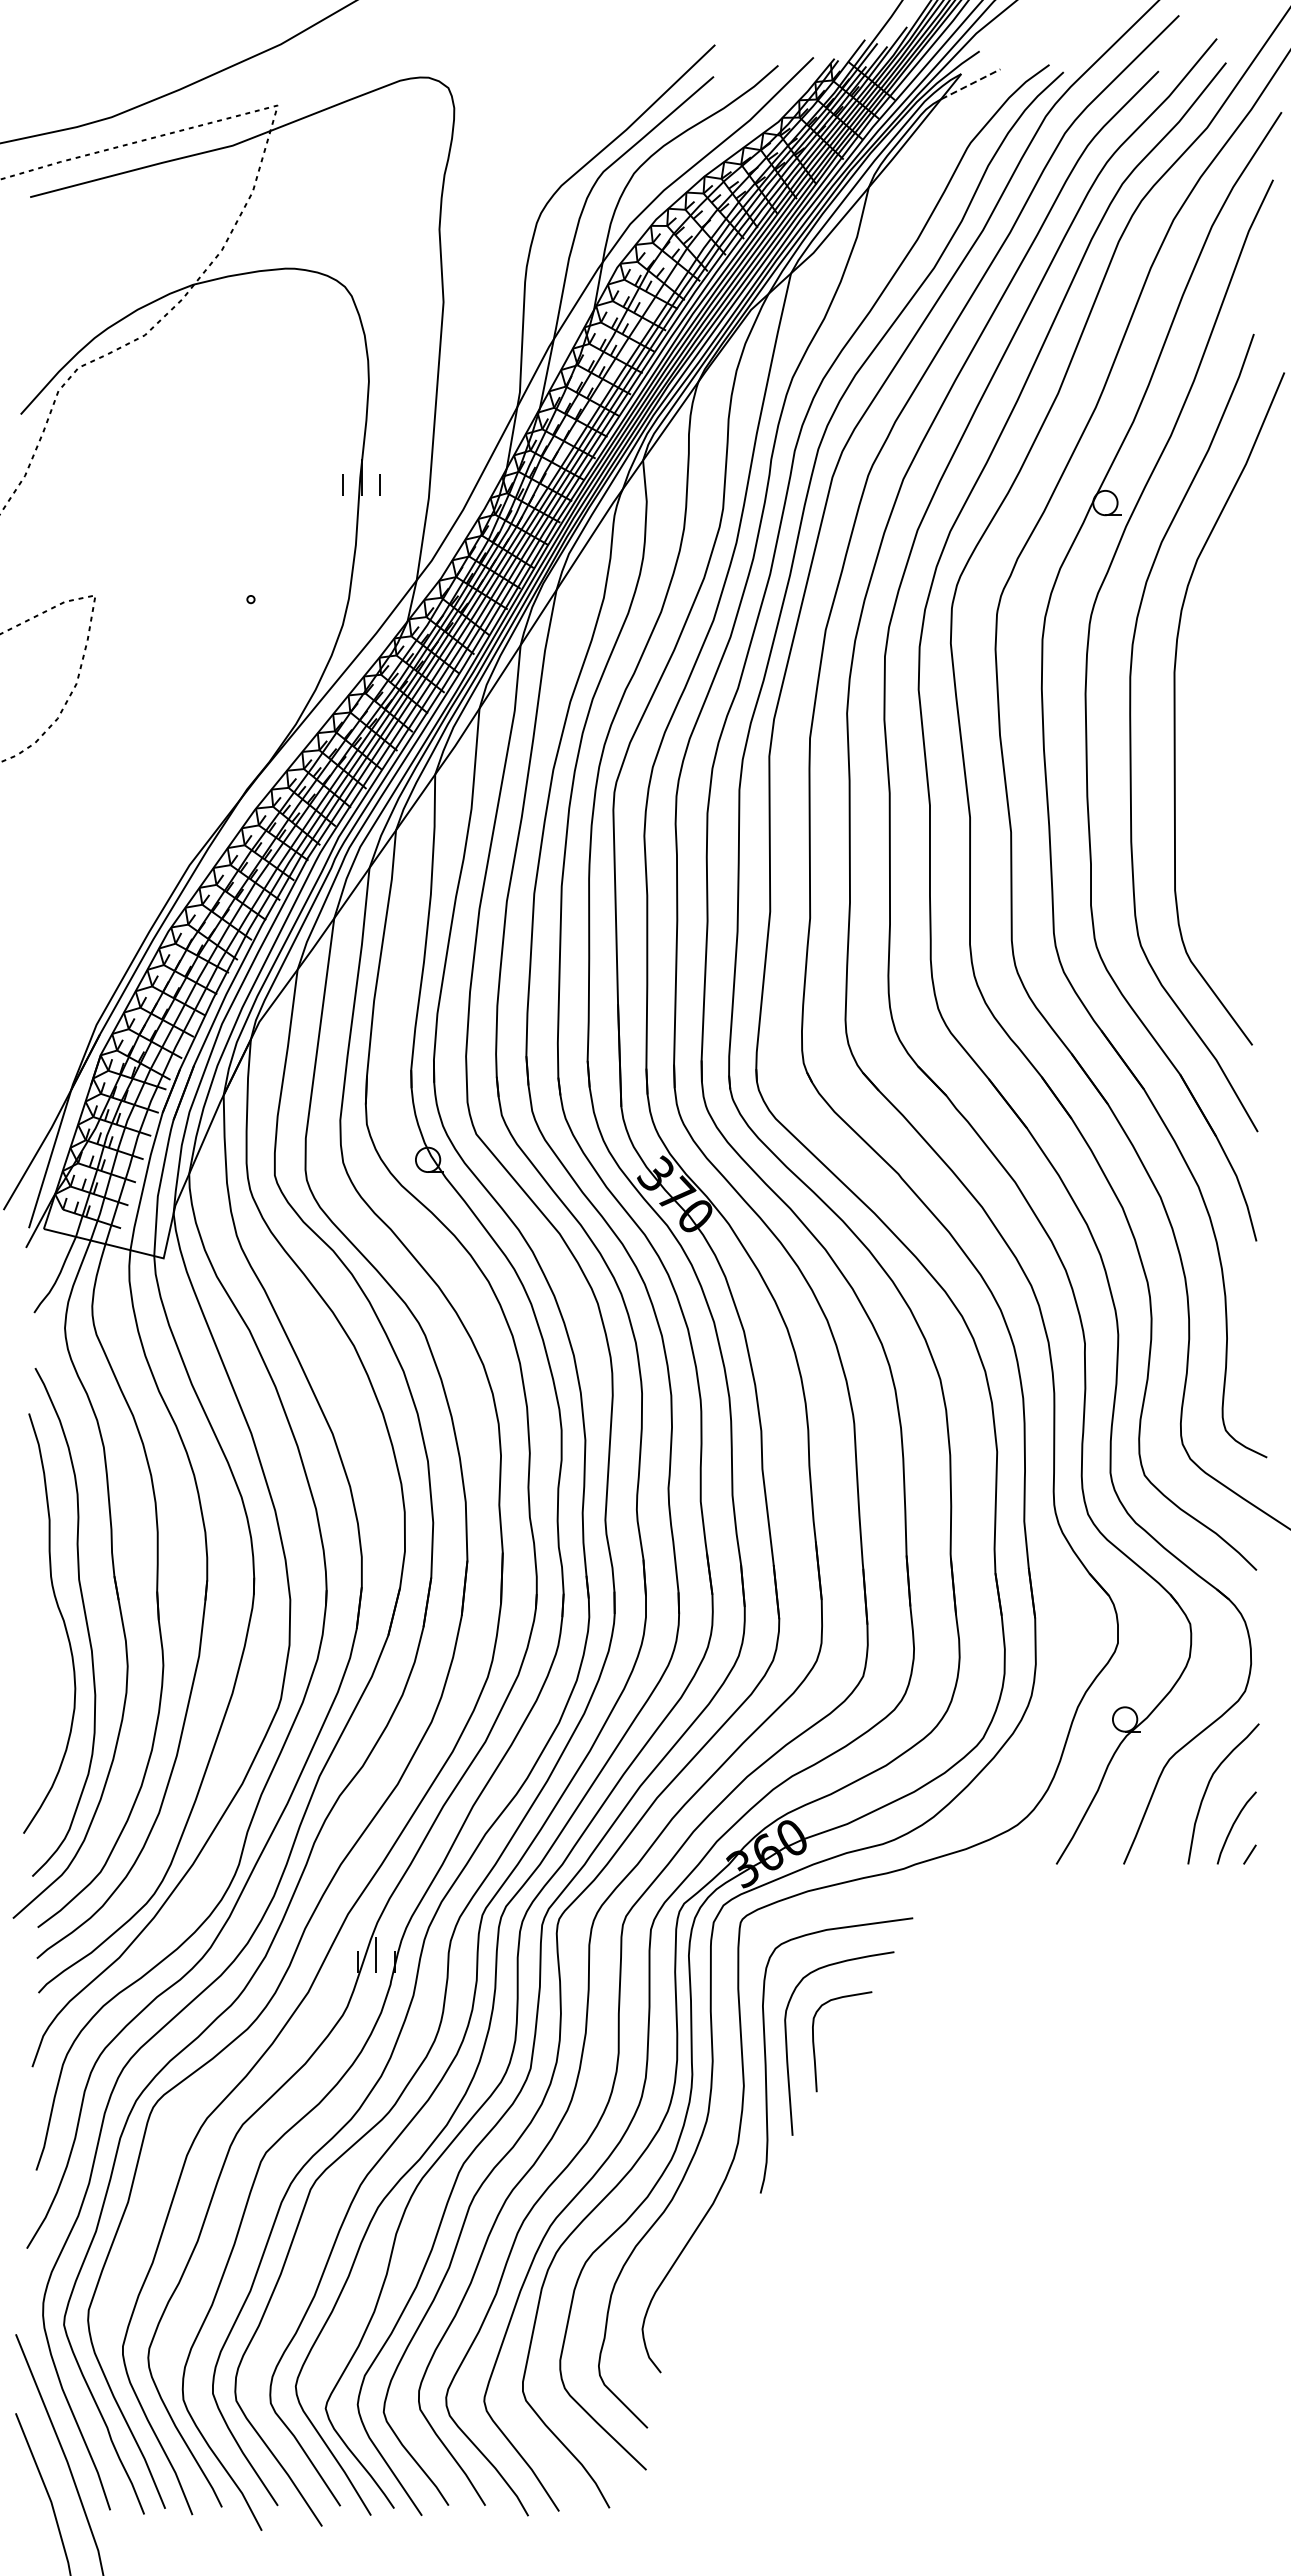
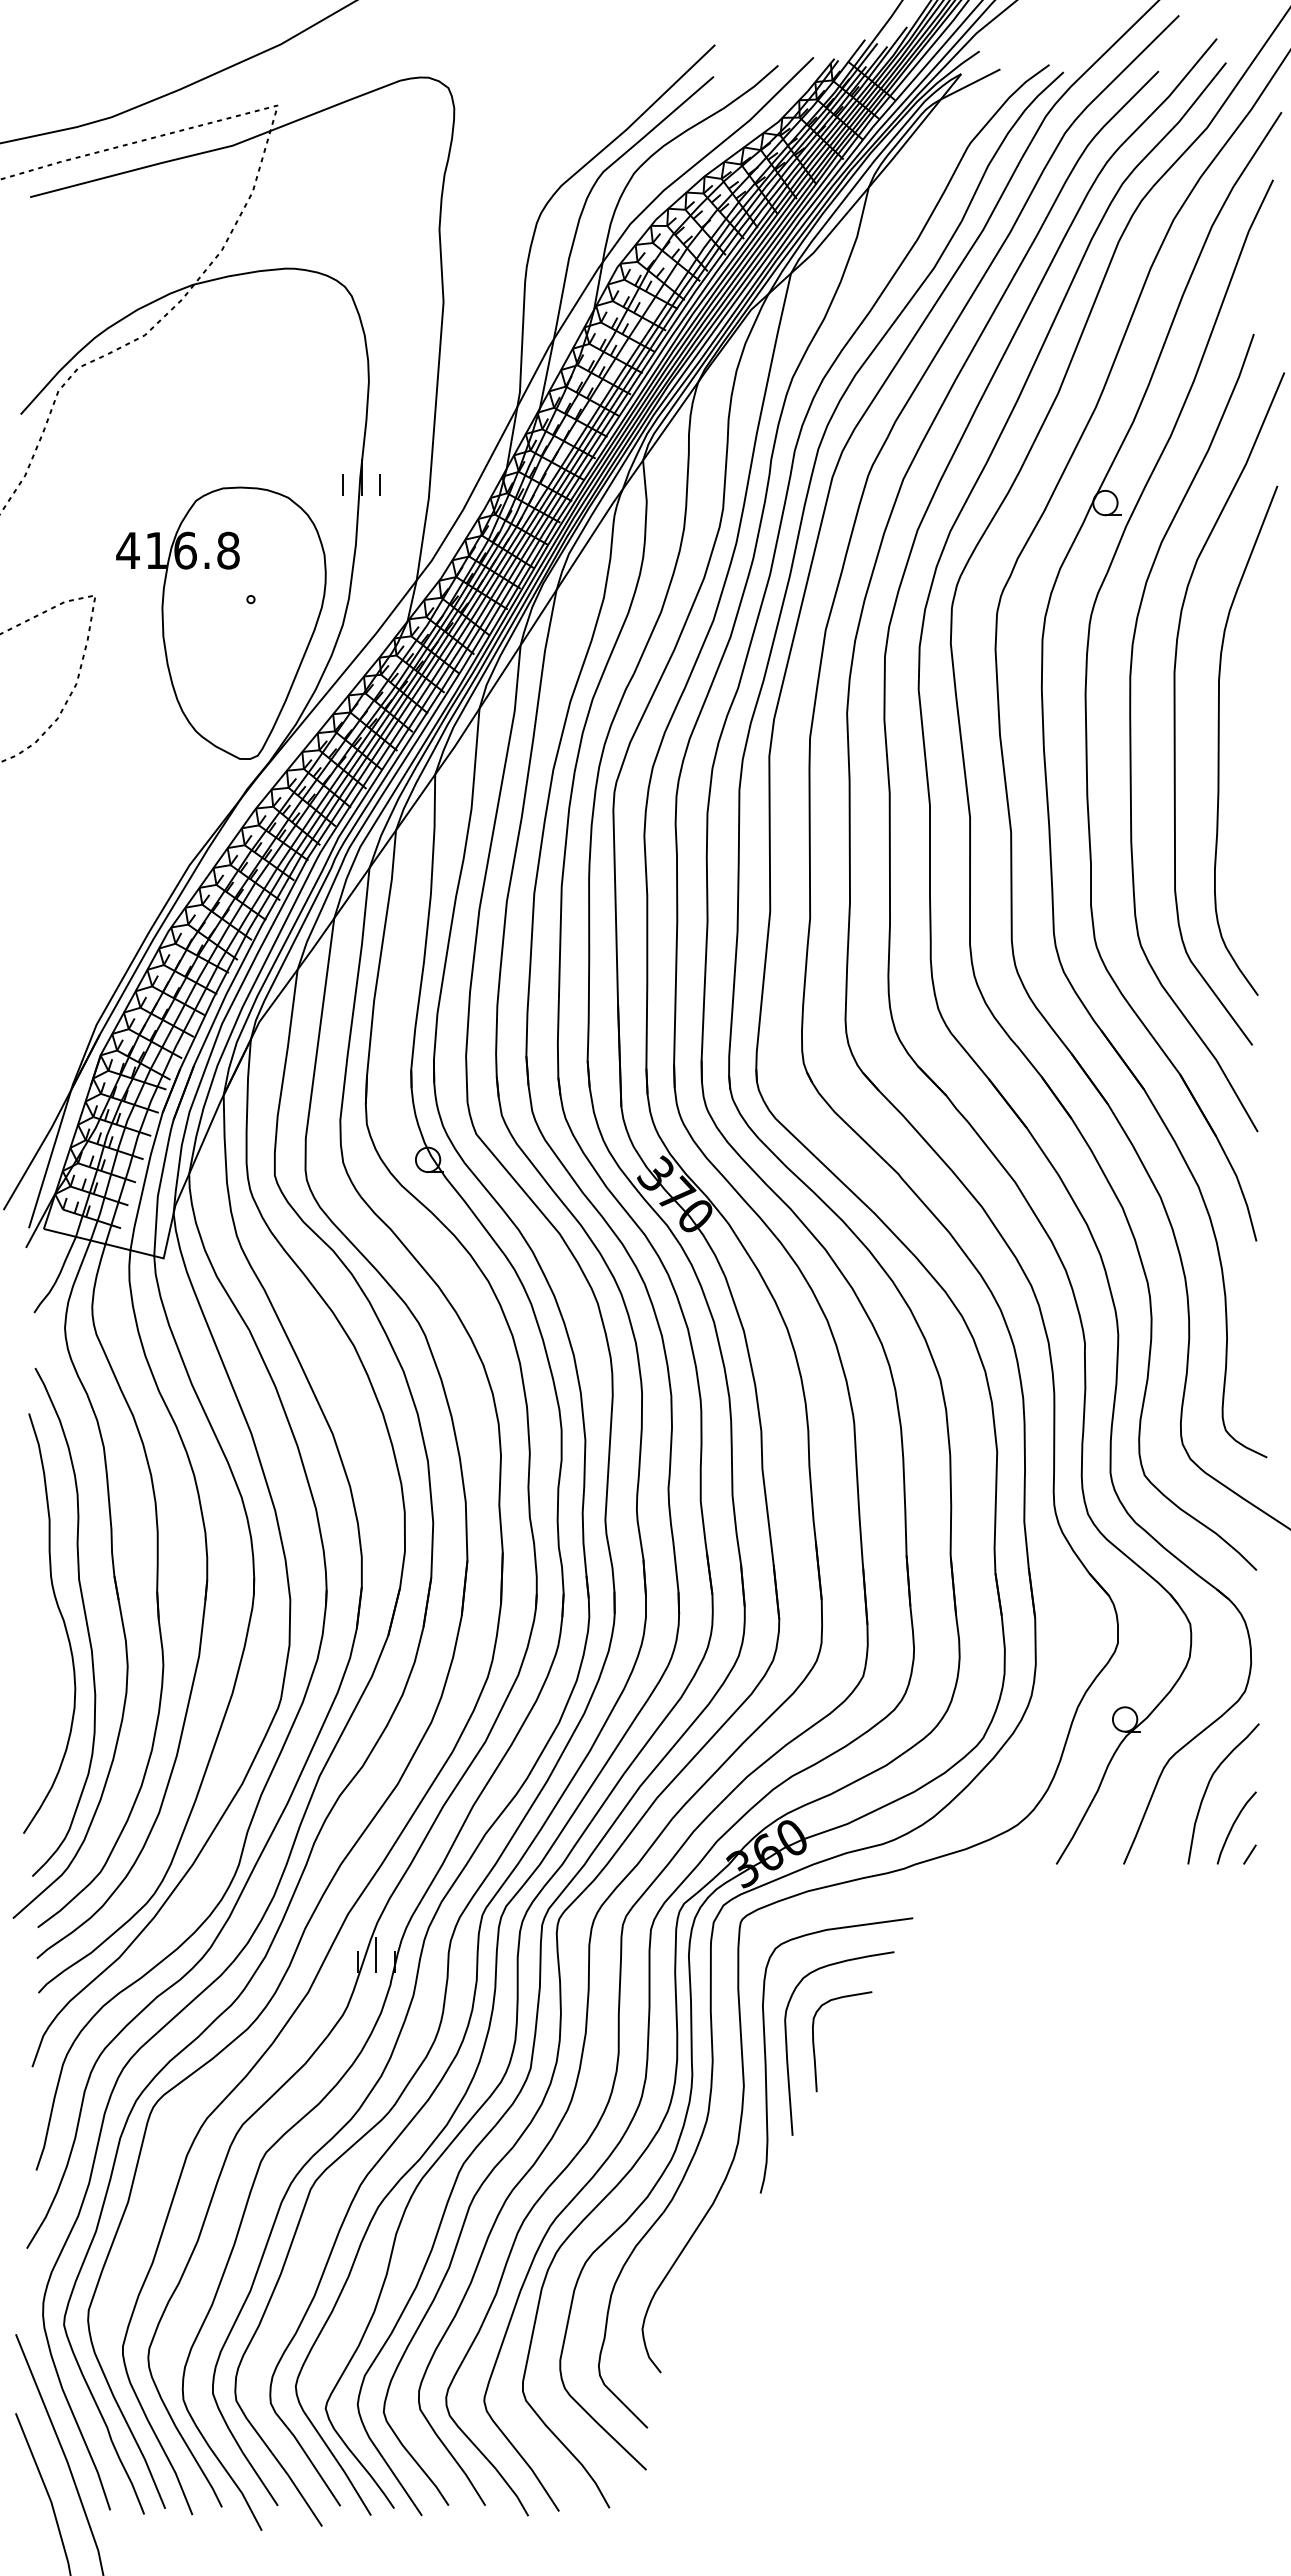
line at (971, 84): dashed -> solid
part at (221, 622): none -> present
curve at (1219, 740): none -> present
